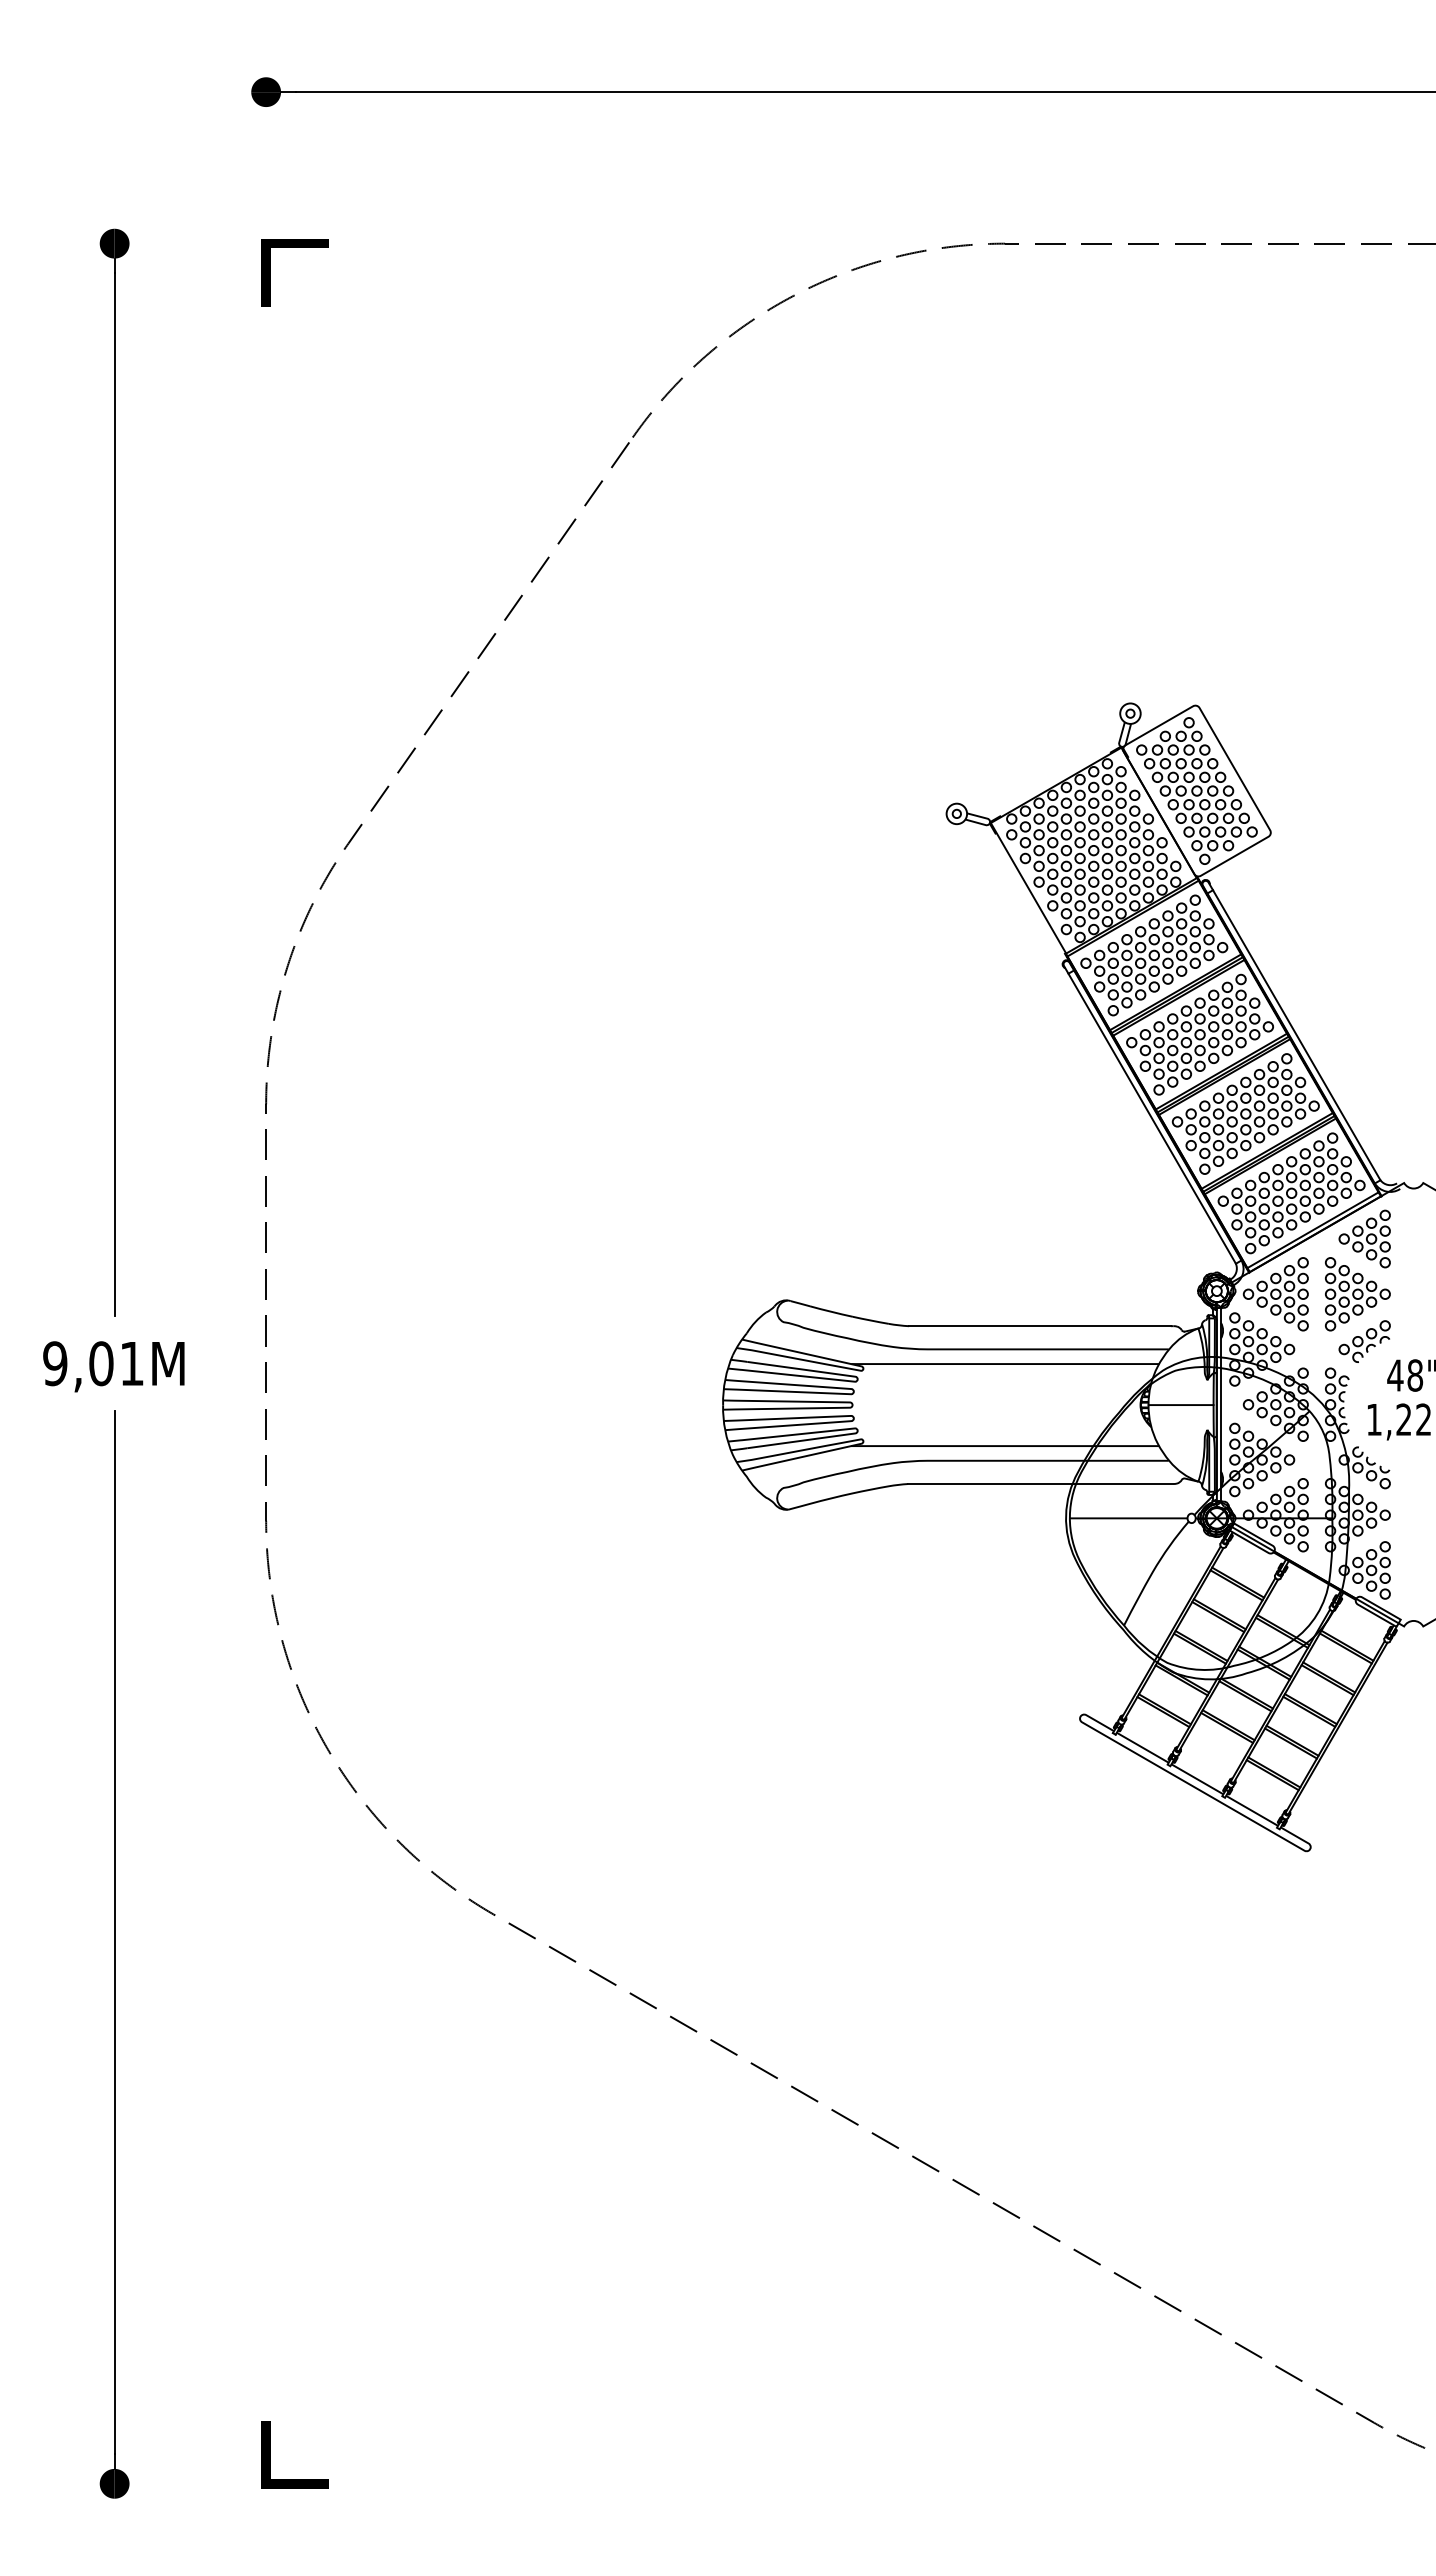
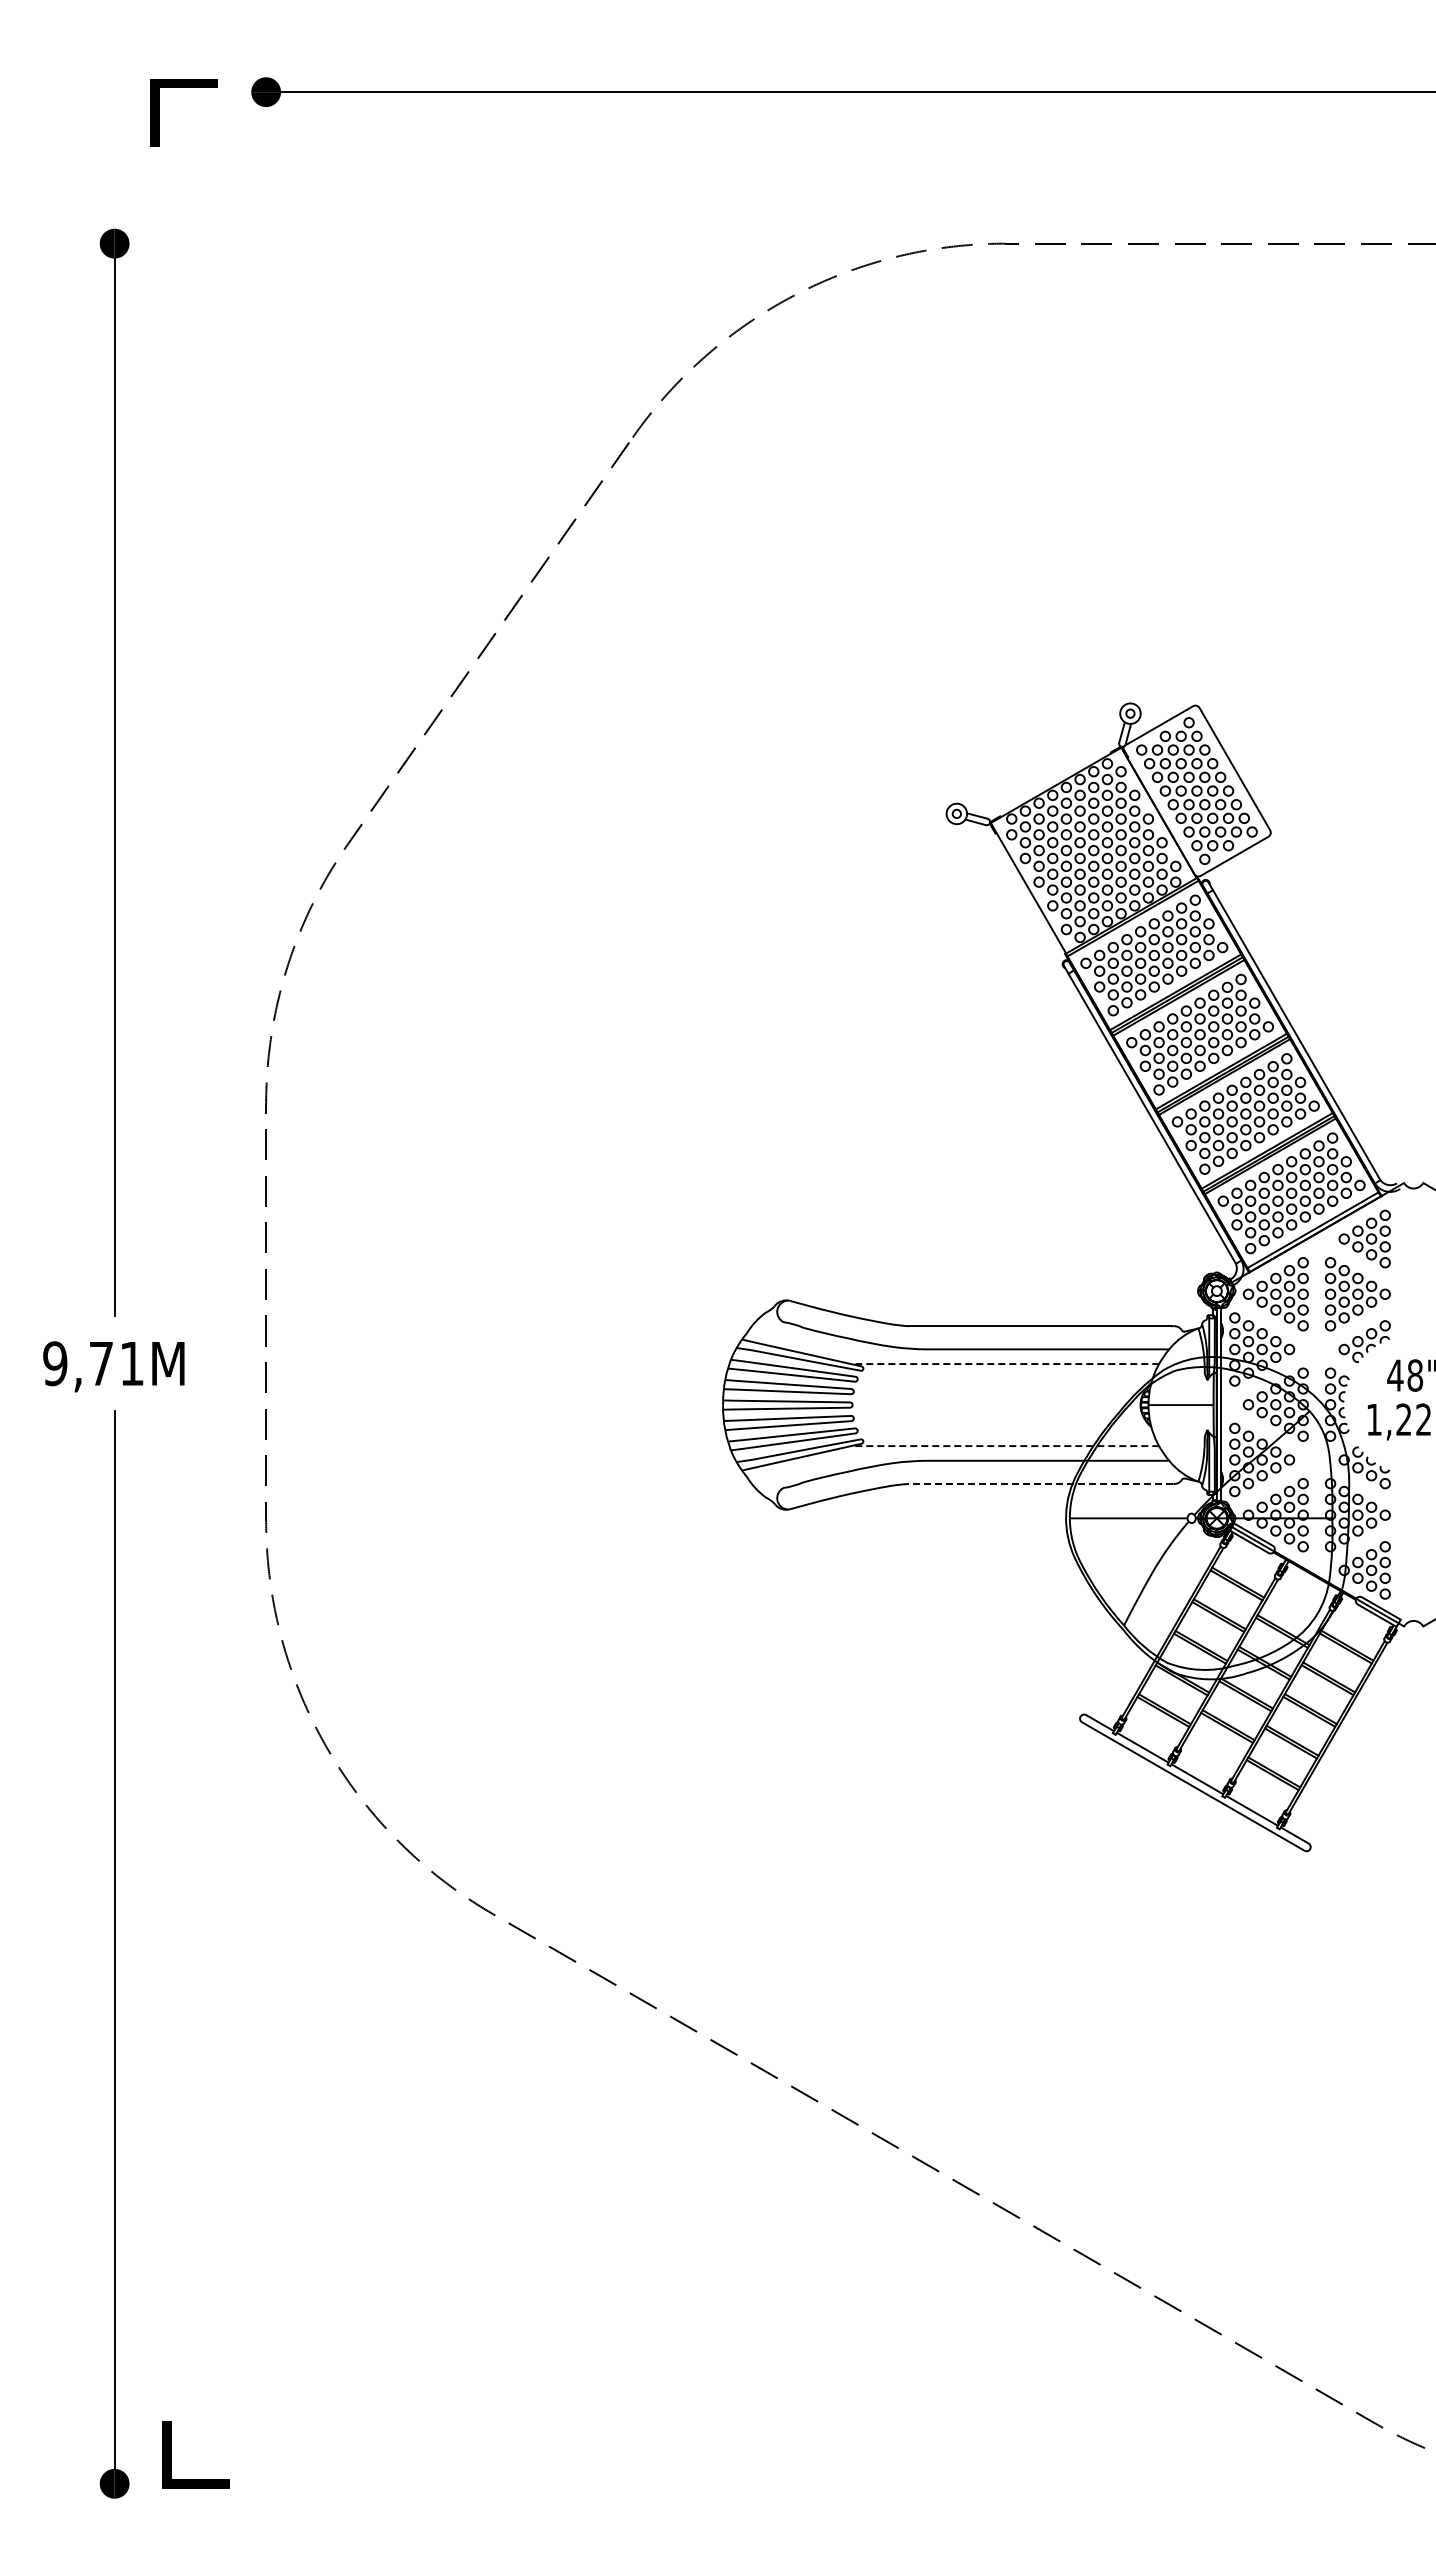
line at (270, 272) position: (270, 272) -> (159, 112)
text at (101, 1363): 9,01M -> 9,71M
line at (1004, 1364): solid -> dashed
line at (1004, 1446): solid -> dashed
line at (1040, 1484): solid -> dashed
line at (270, 2454) position: (270, 2454) -> (171, 2454)
